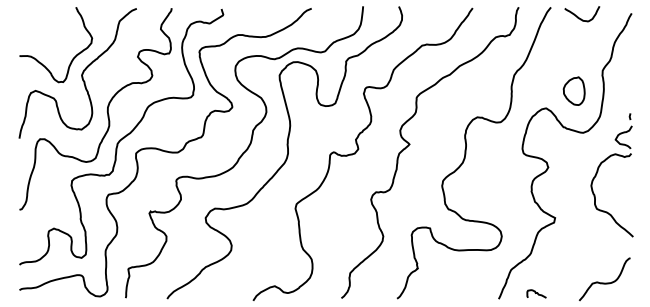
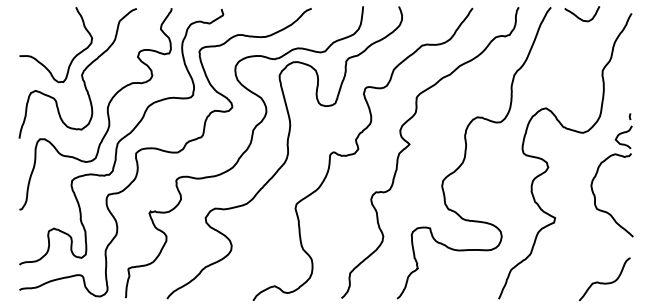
part at (573, 90): present -> none
curve at (536, 293): present -> none
